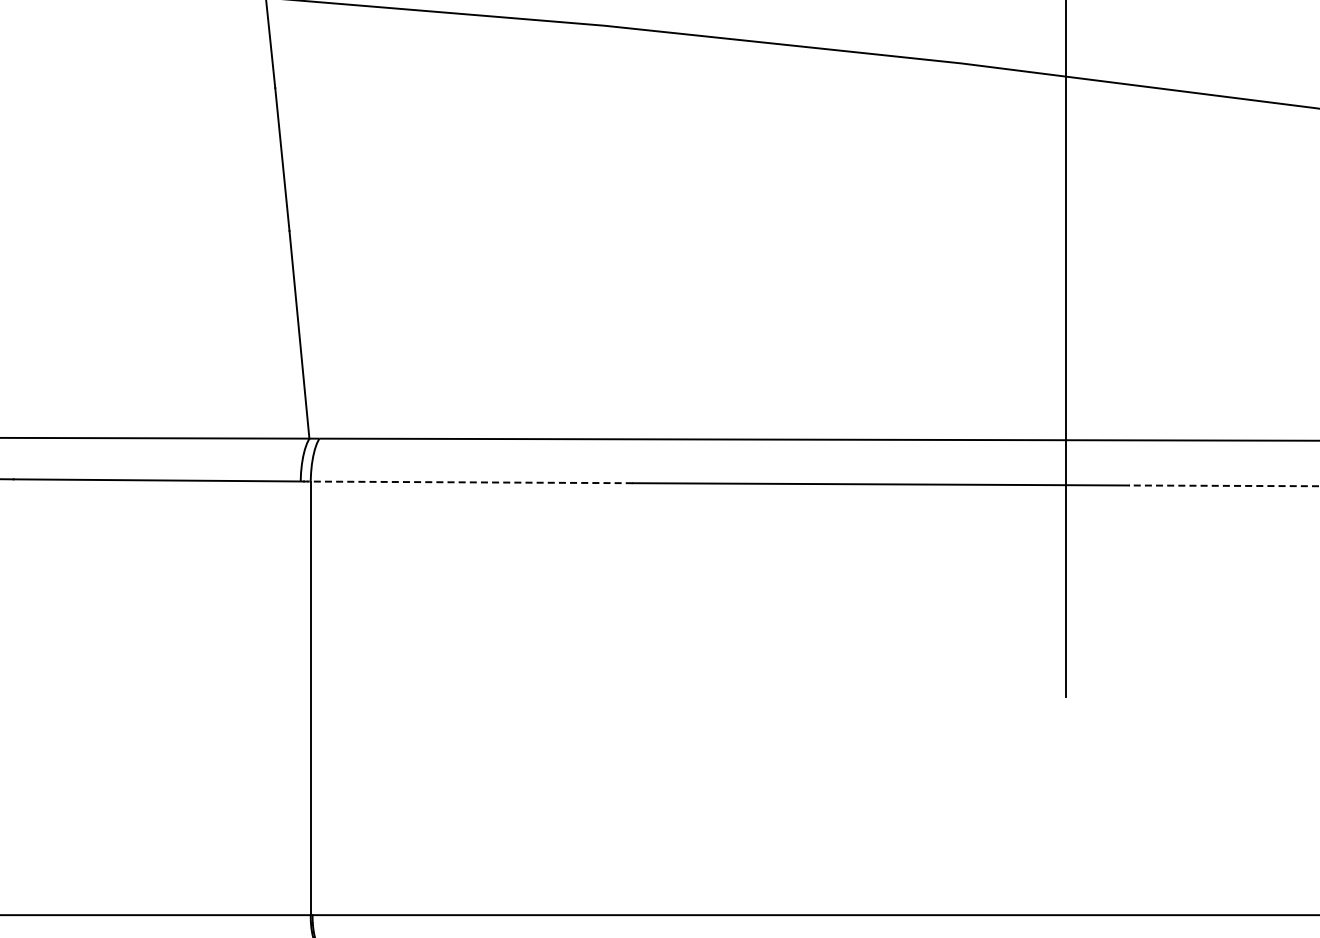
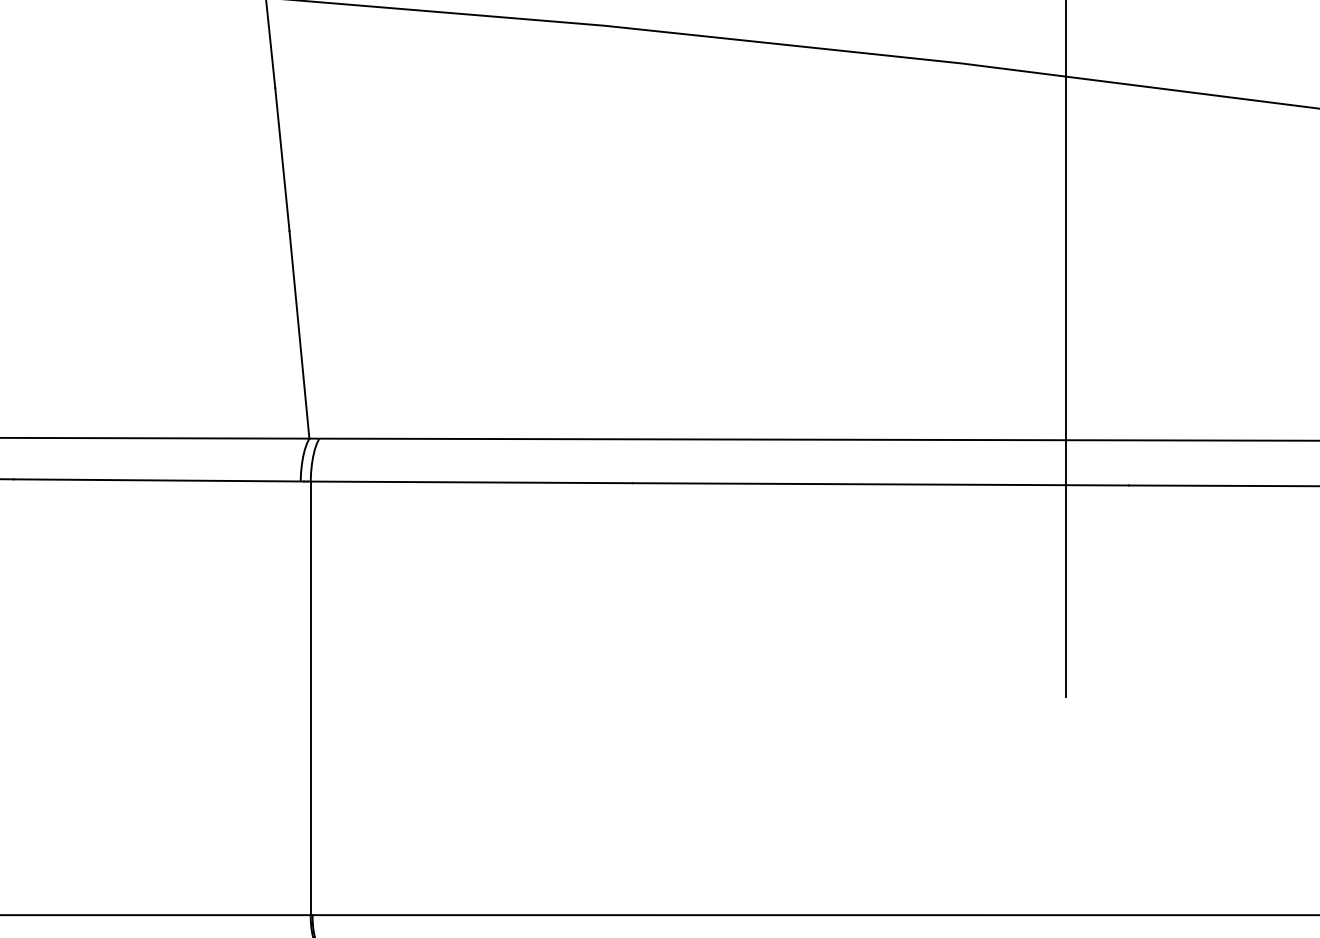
line at (470, 482): dashed -> solid
line at (1223, 485): dashed -> solid
